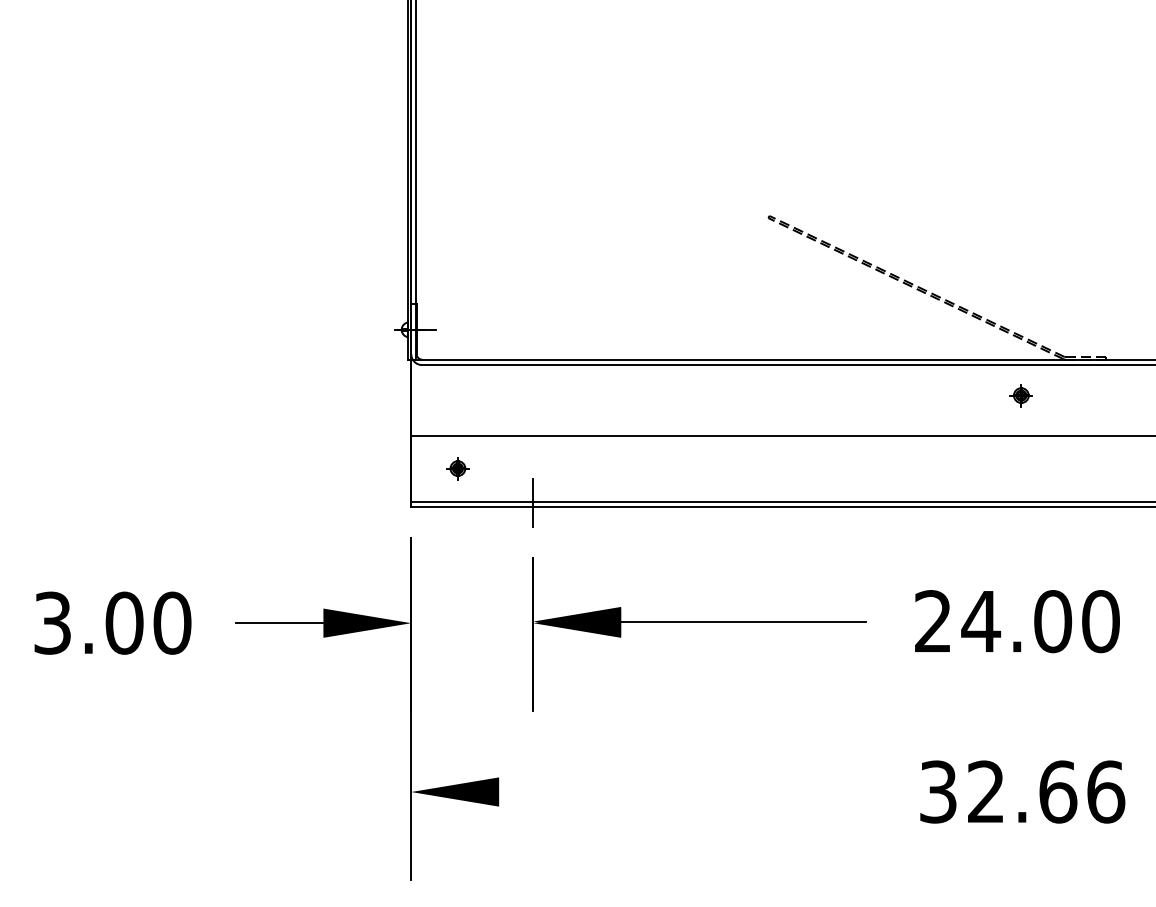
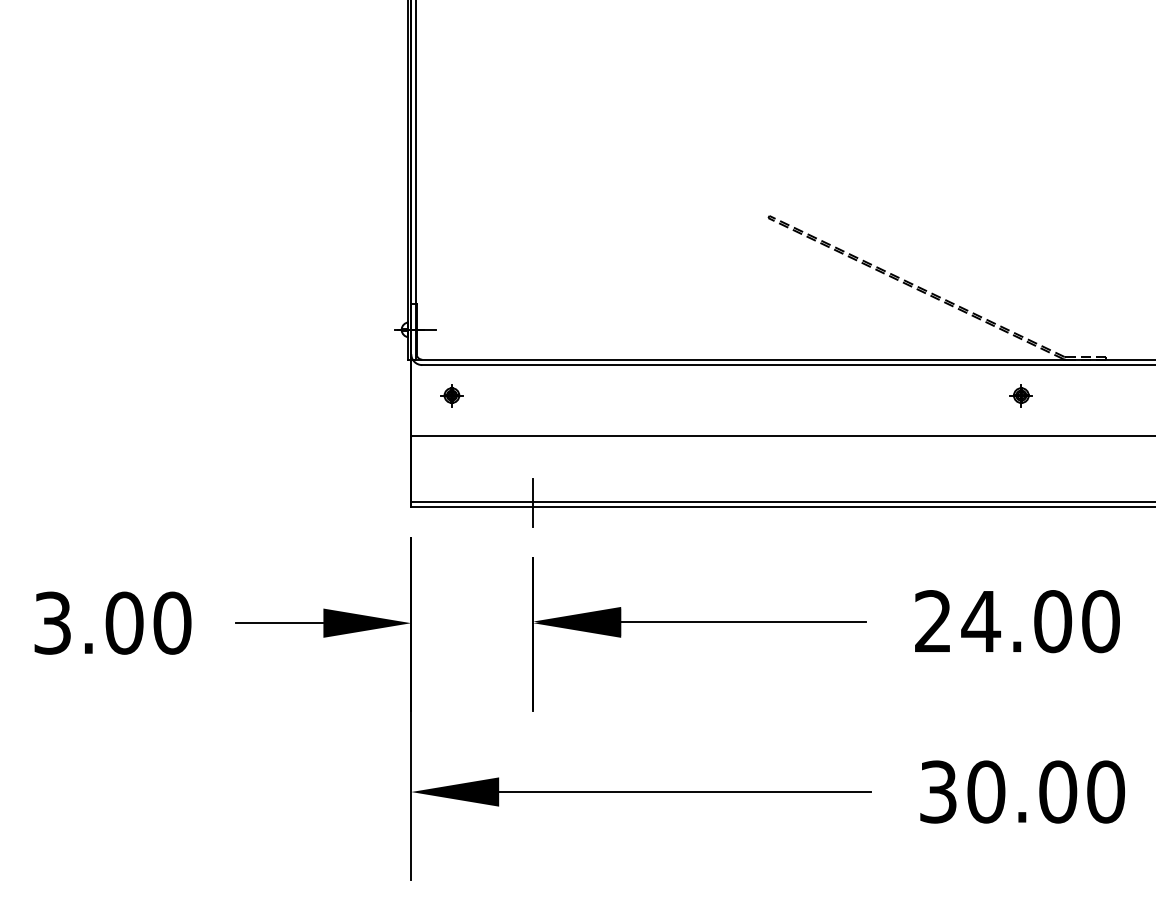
part at (457, 468) position: (457, 468) -> (451, 395)
text at (1046, 791): 32.66 -> 30.00
line at (684, 792): none -> present
